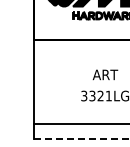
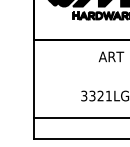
text at (105, 74) position: (105, 74) -> (111, 56)
line at (79, 124) position: (79, 124) -> (79, 118)
line at (81, 139): dashed -> solid
